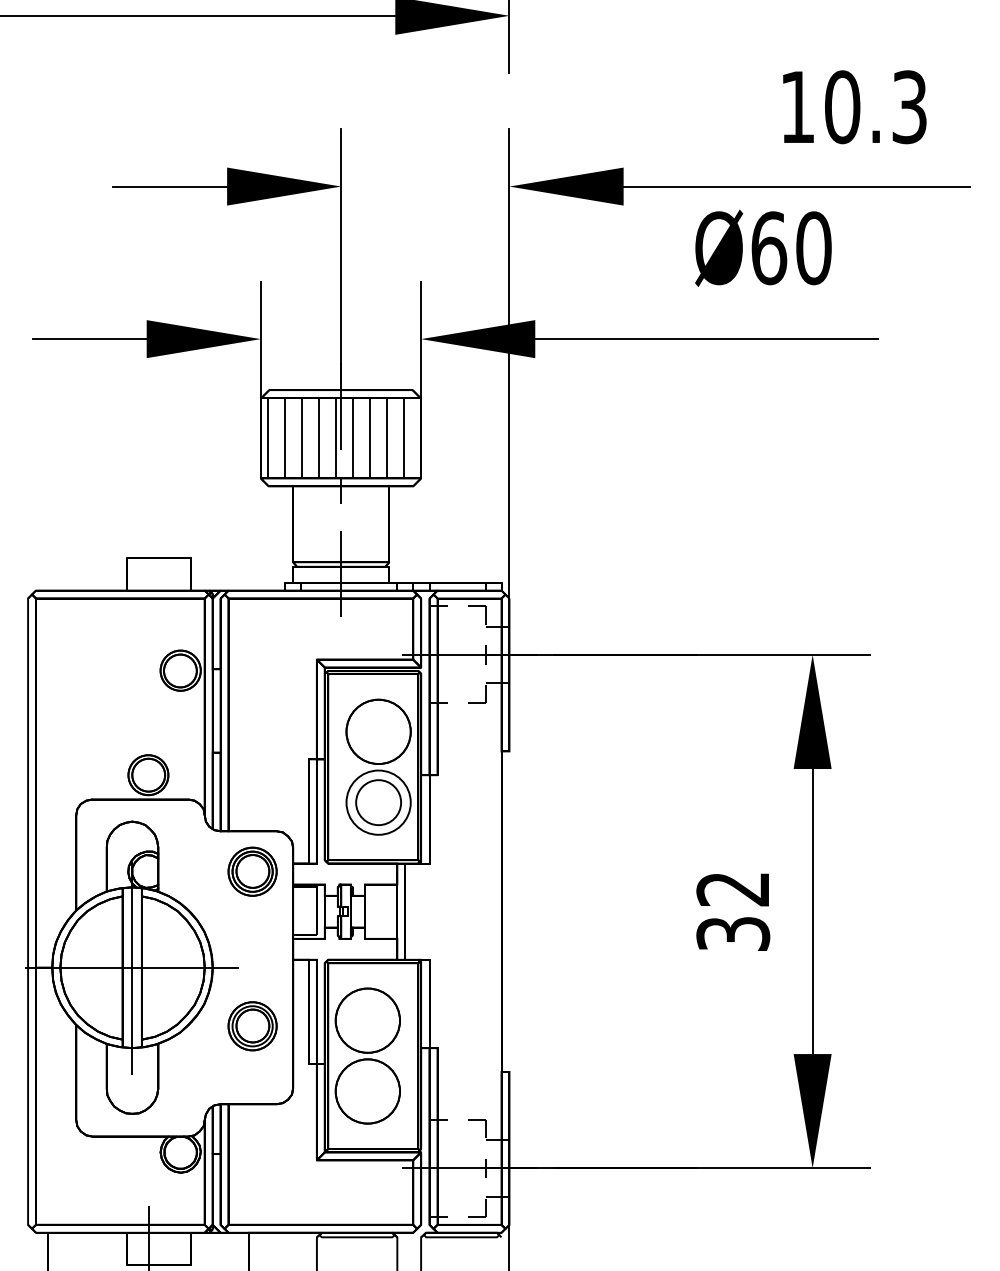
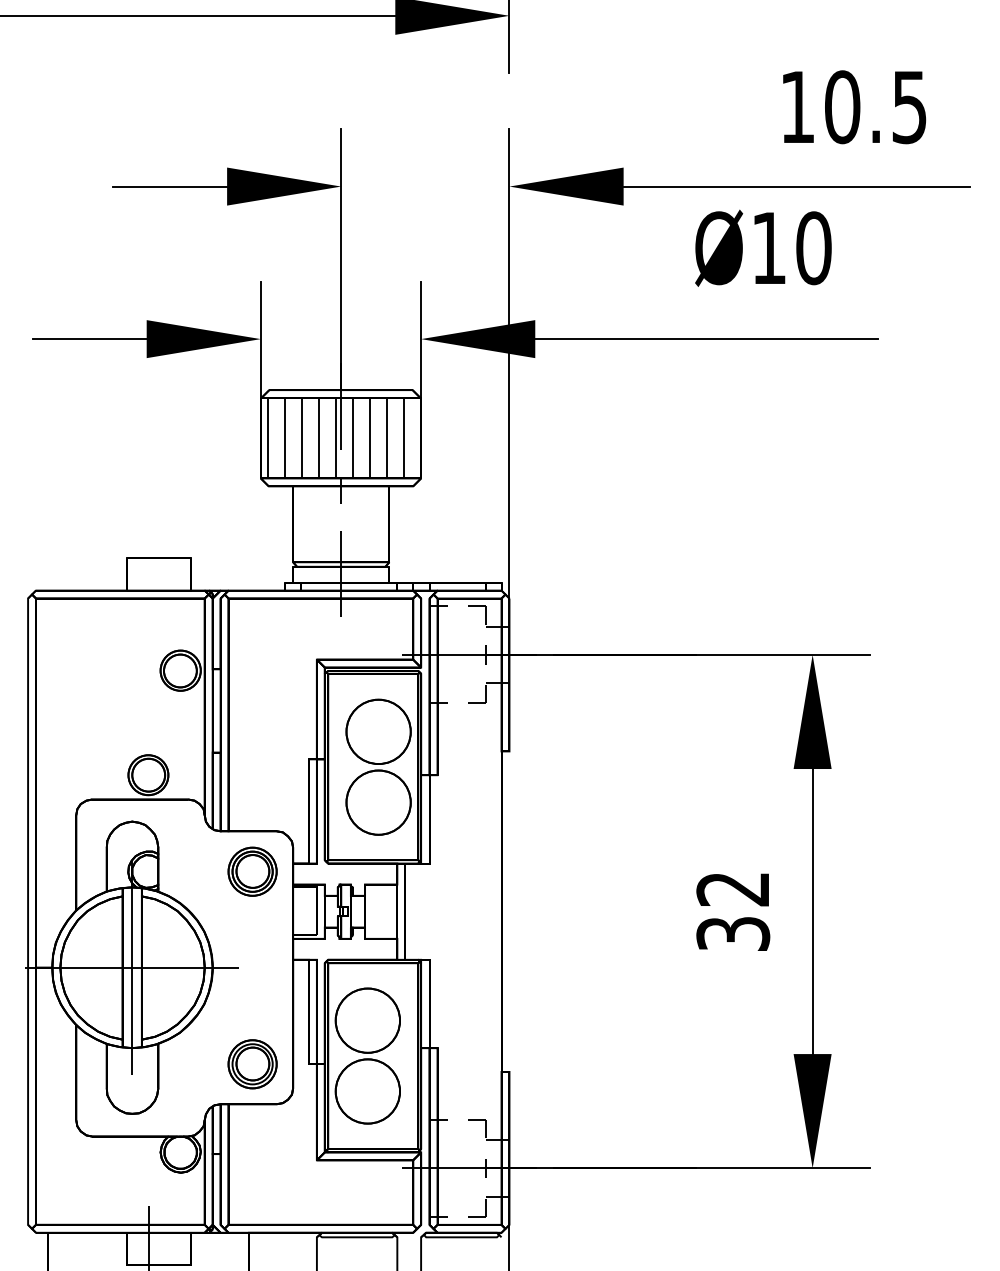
text at (909, 106): 10.3 -> 10.5
text at (769, 248): Ø60 -> Ø10
circle at (378, 802) diameter: 45 px -> 64 px
part at (252, 1026) position: (252, 1026) -> (252, 1064)
